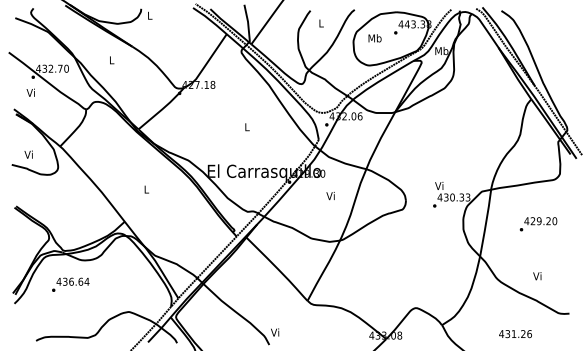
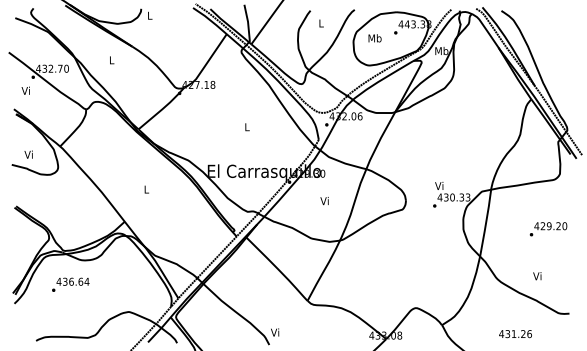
text at (30, 92) position: (30, 92) -> (25, 90)
text at (330, 196) position: (330, 196) -> (324, 201)
text at (538, 224) position: (538, 224) -> (548, 229)
